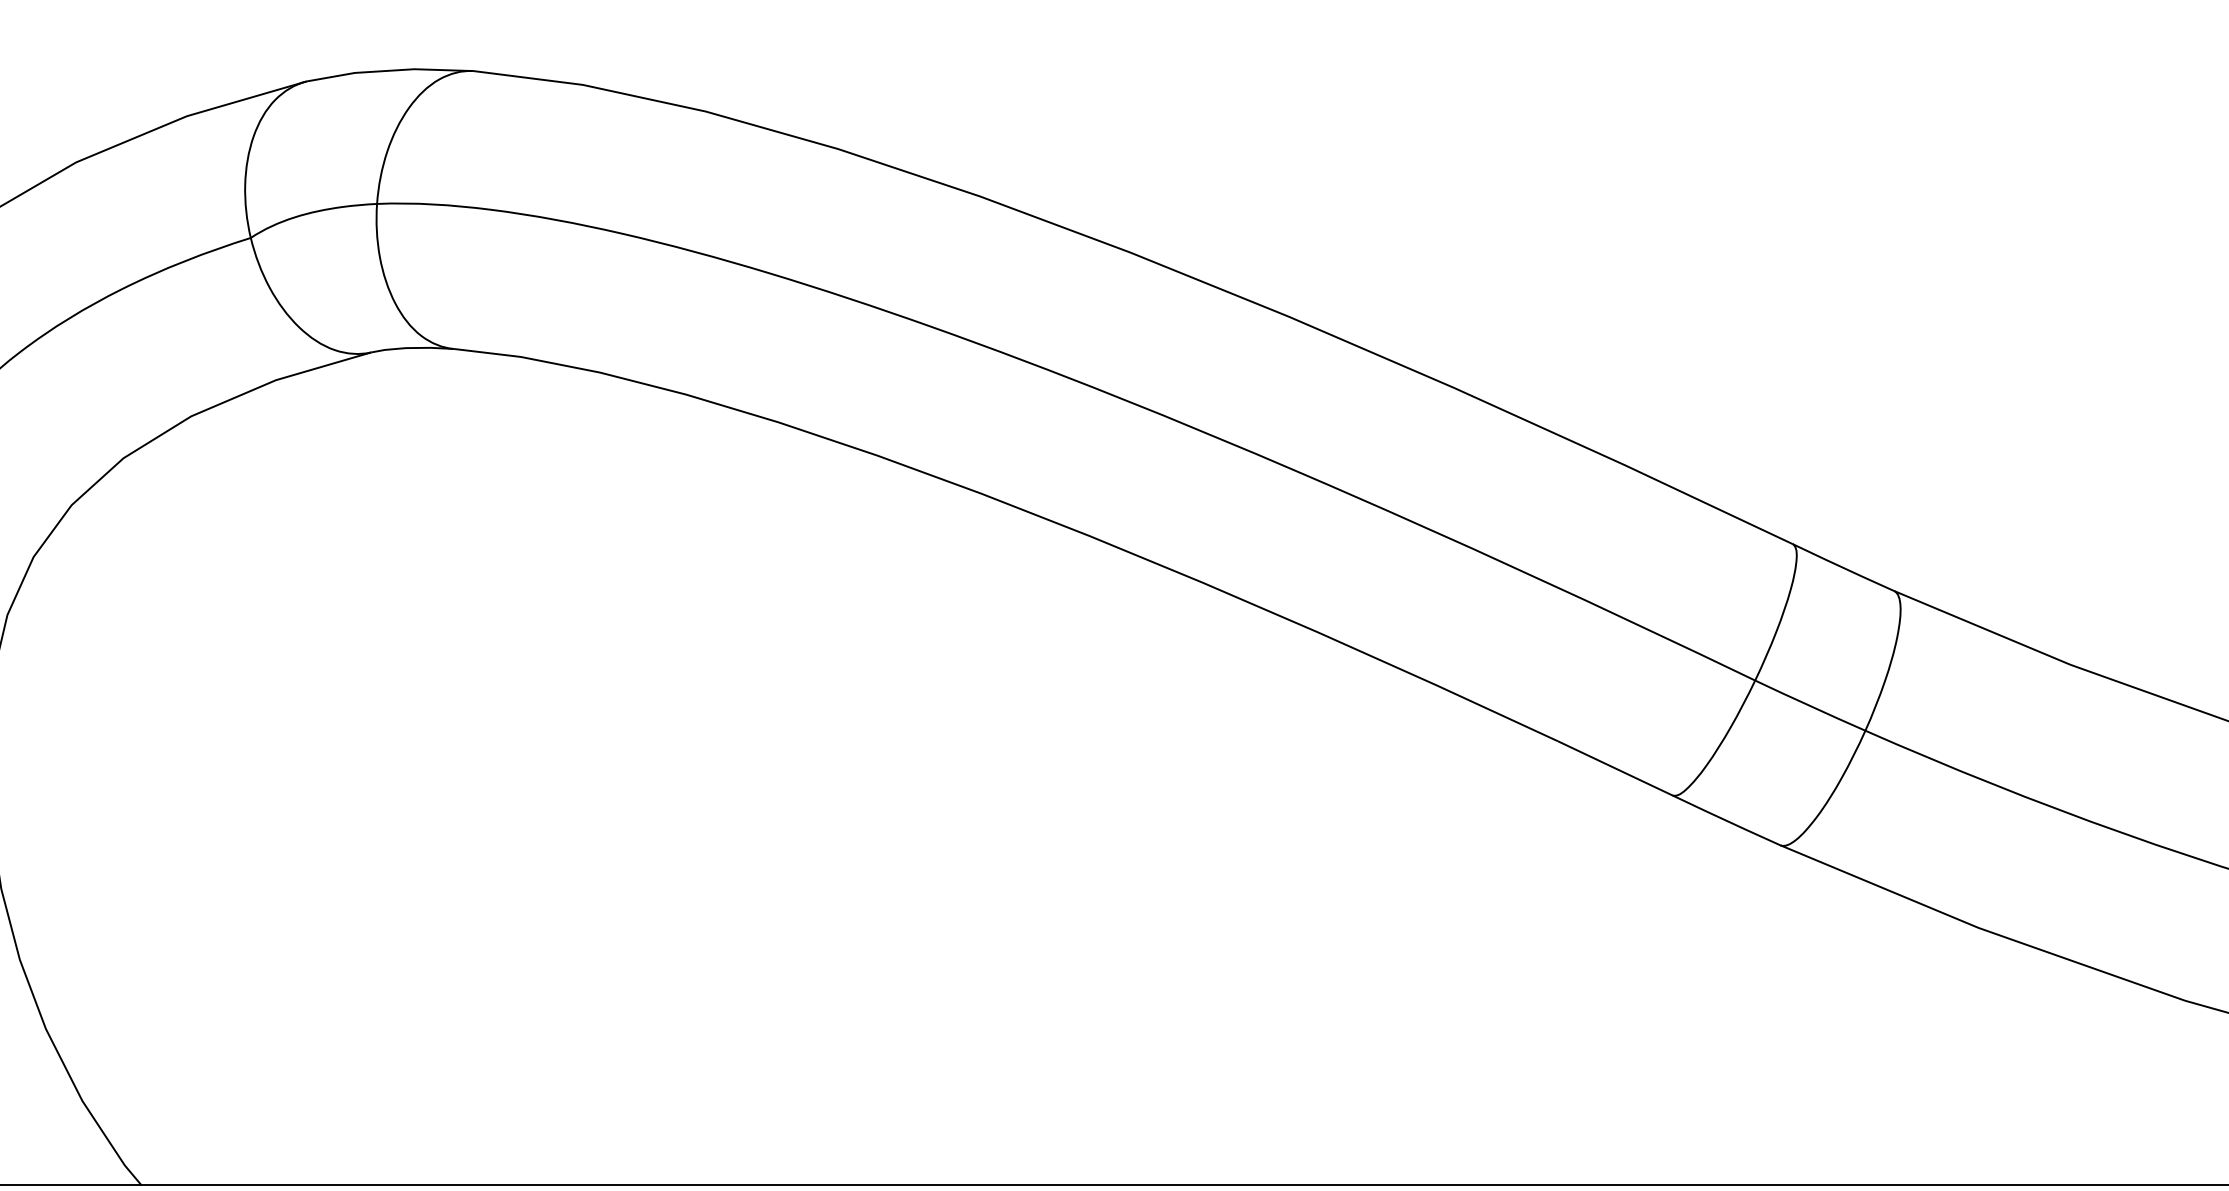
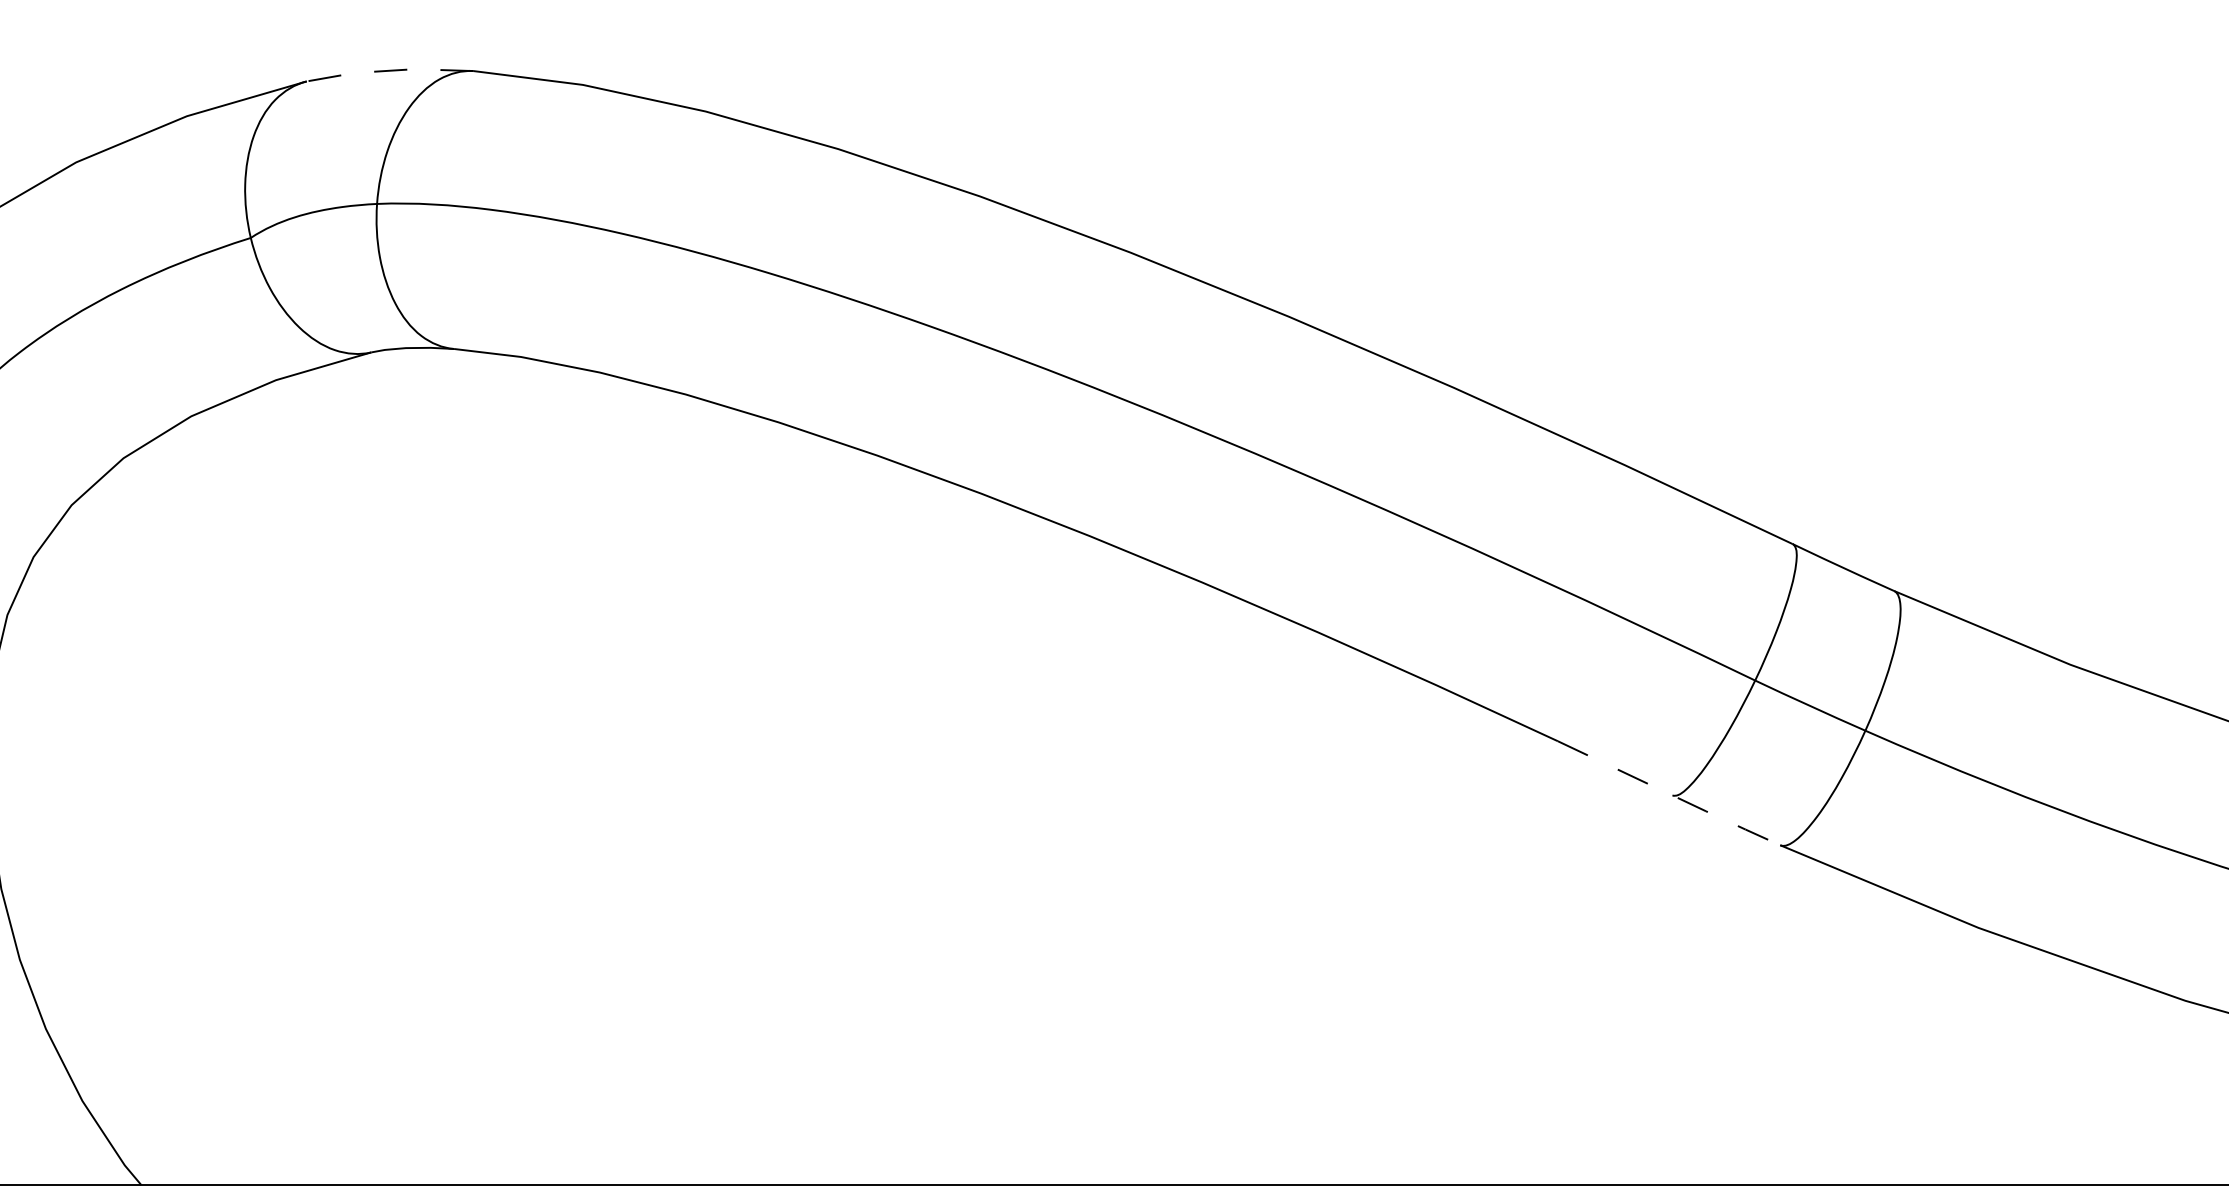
line at (389, 70): solid -> dashed
line at (1670, 794): solid -> dashed
